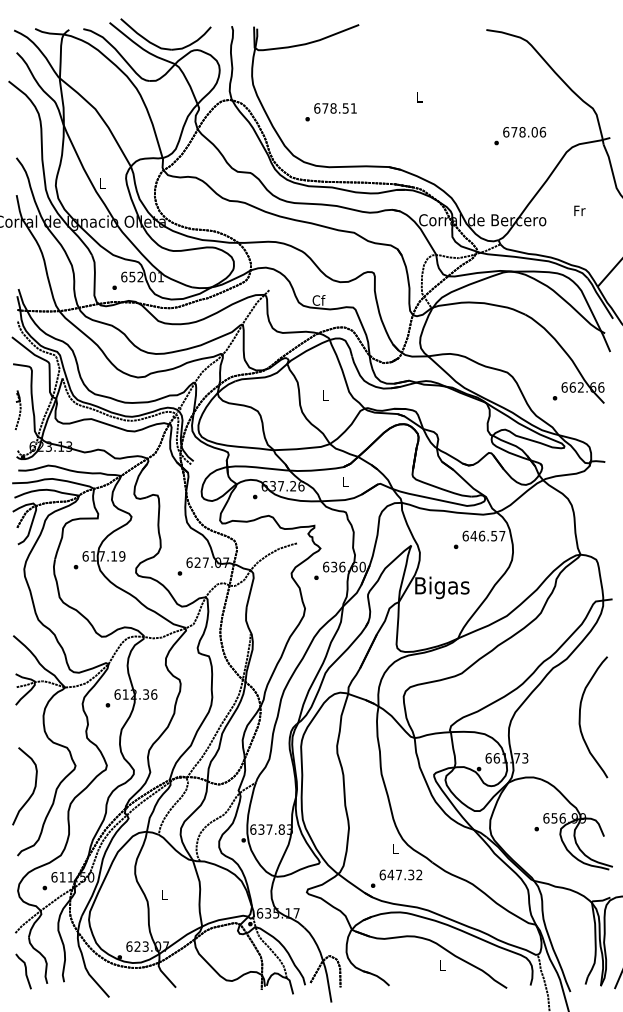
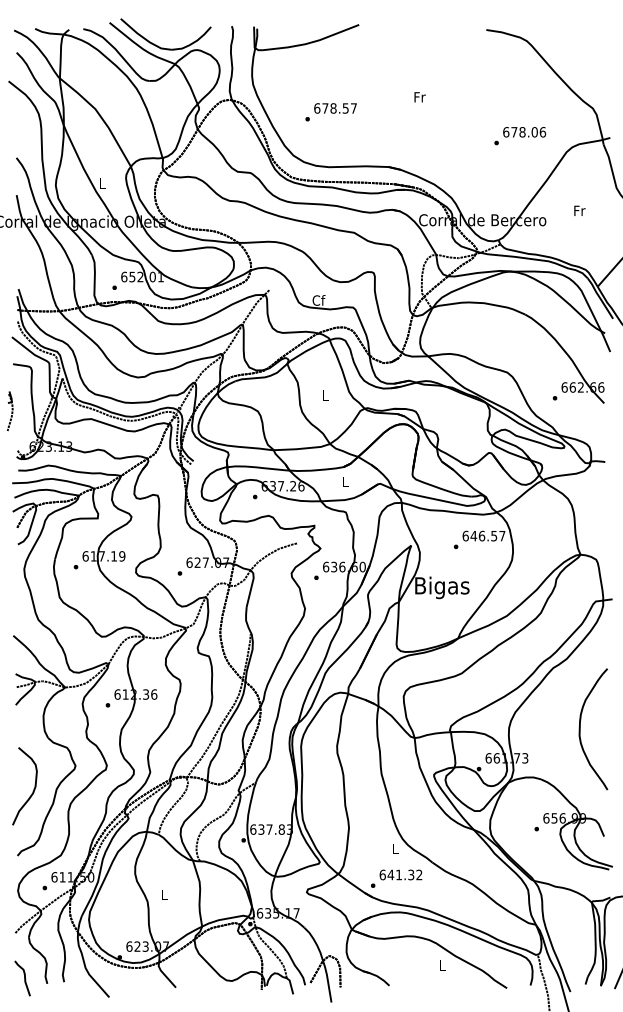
text at (419, 97): L -> Fr
text at (353, 108): 678.51 -> 678.57
part at (17, 410) position: (17, 410) -> (9, 411)
curve at (580, 717) position: (580, 717) -> (580, 729)
text at (398, 874): 647.32 -> 641.32
curve at (25, 971) position: (25, 971) -> (24, 978)
